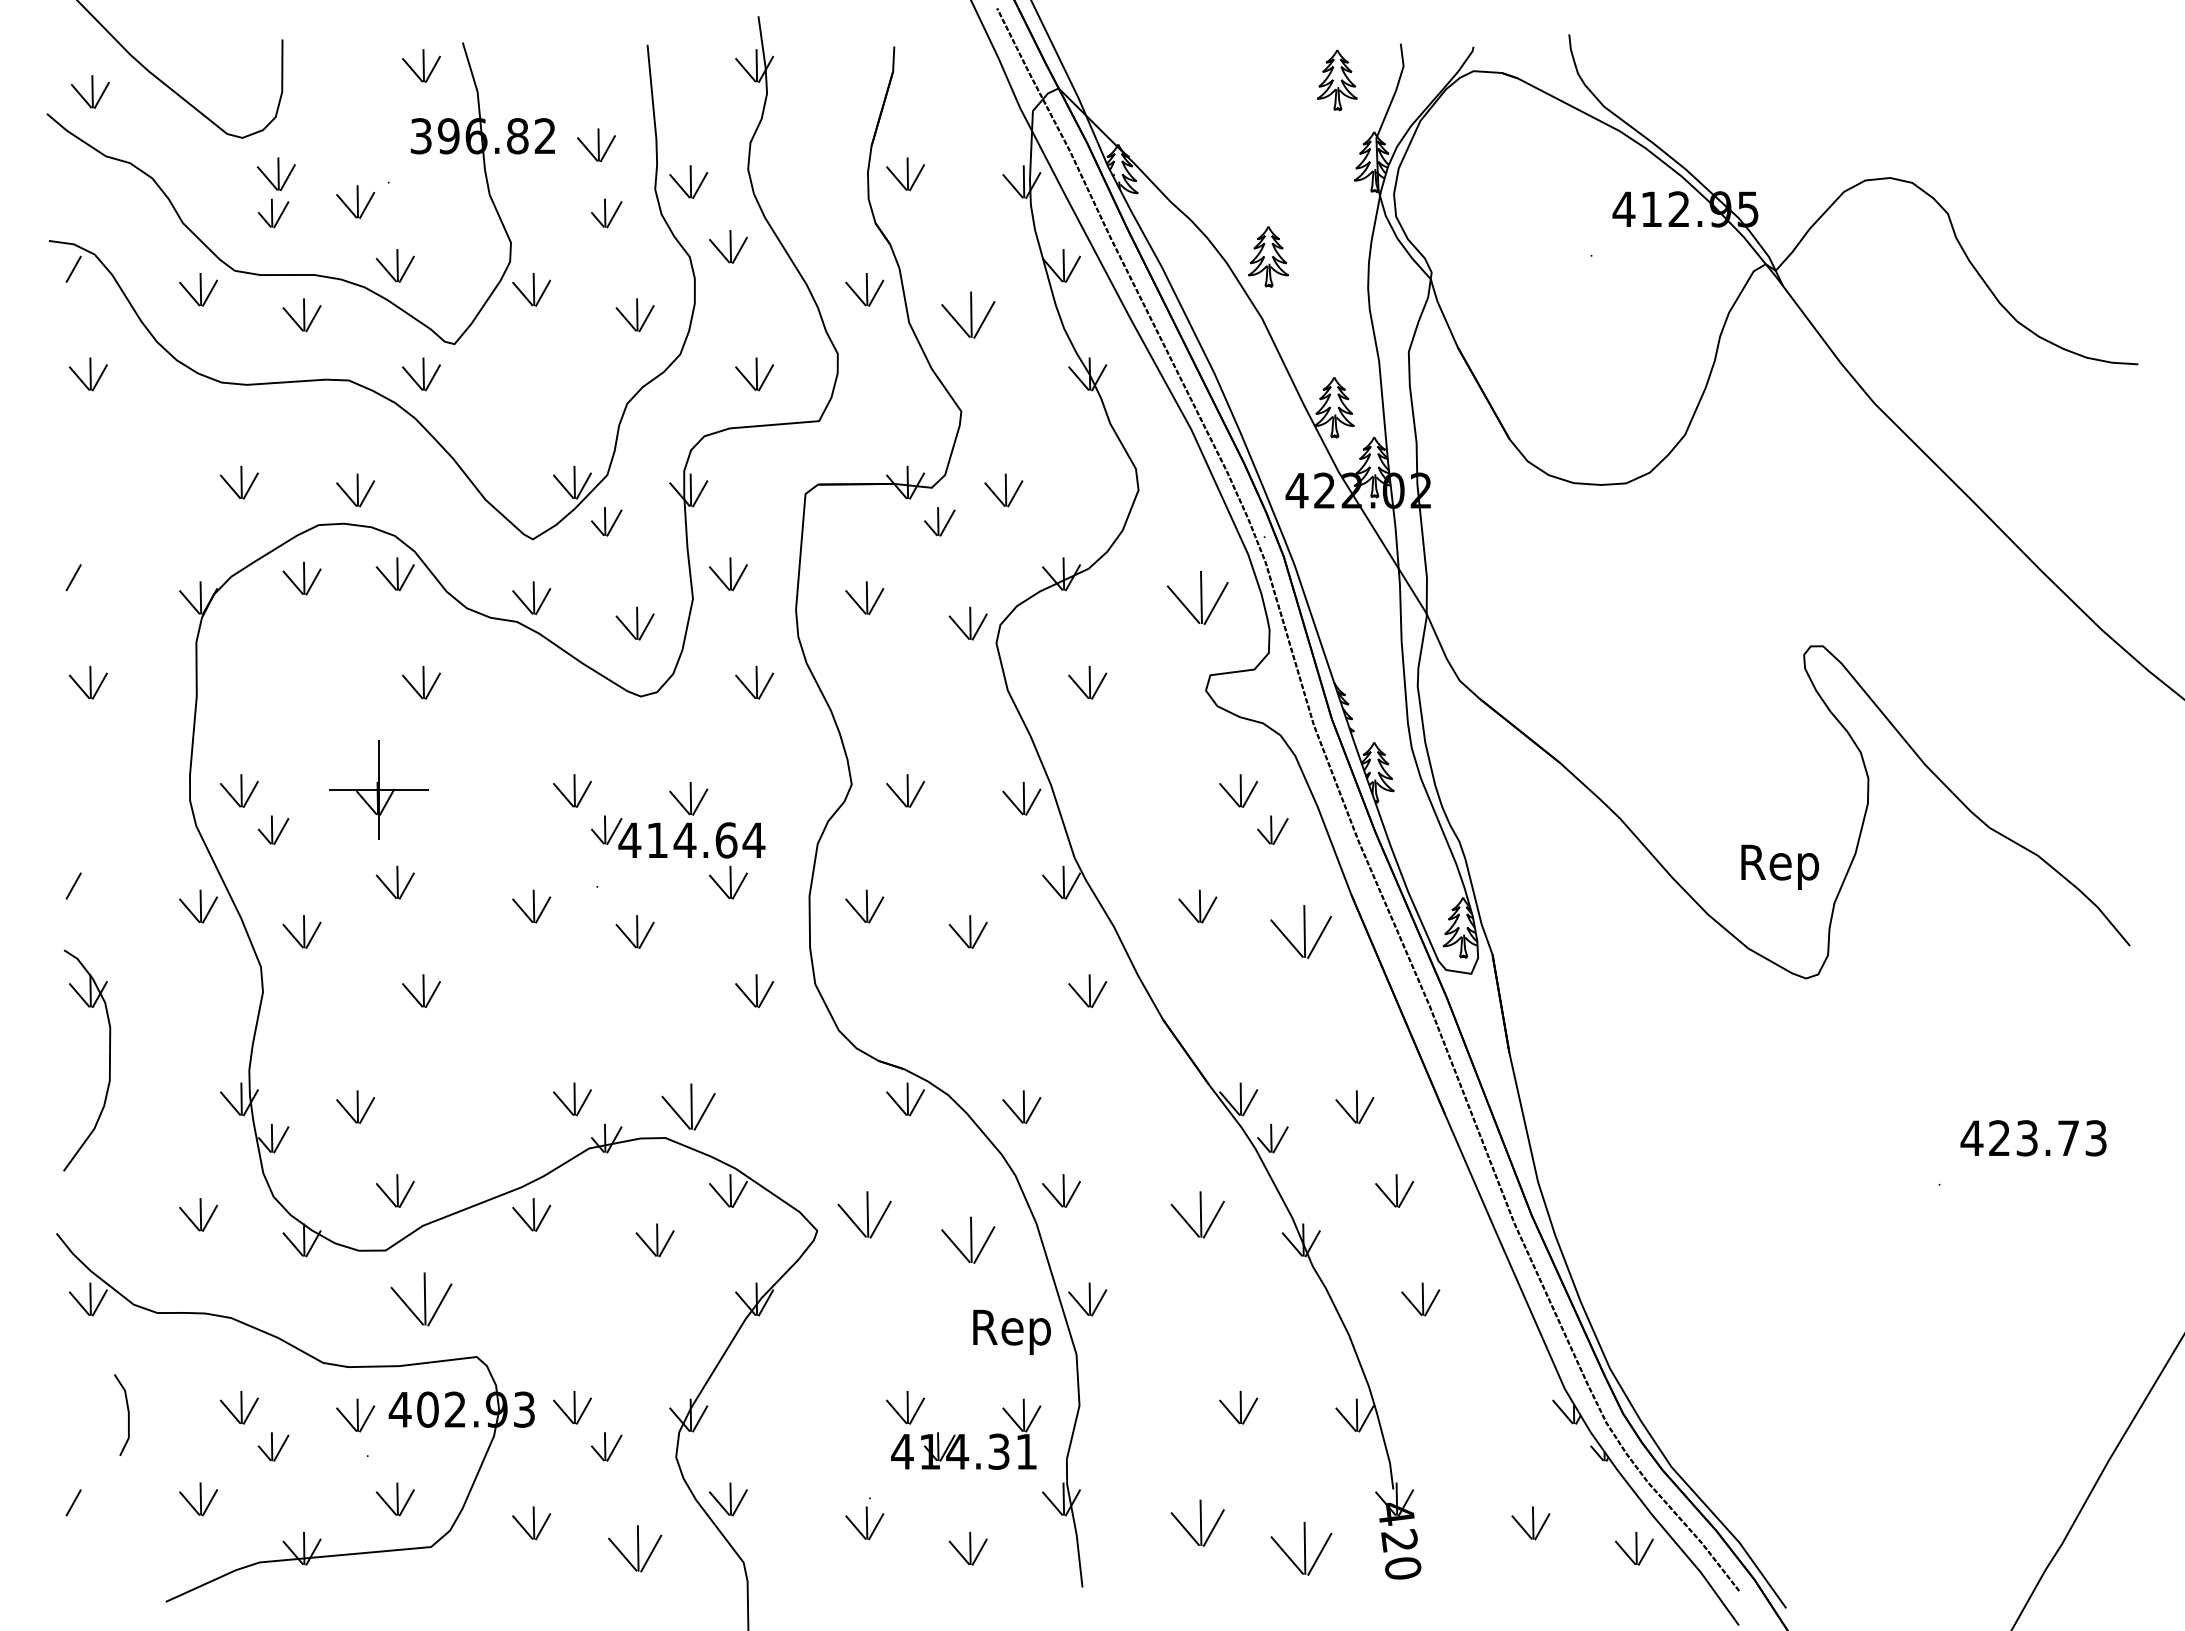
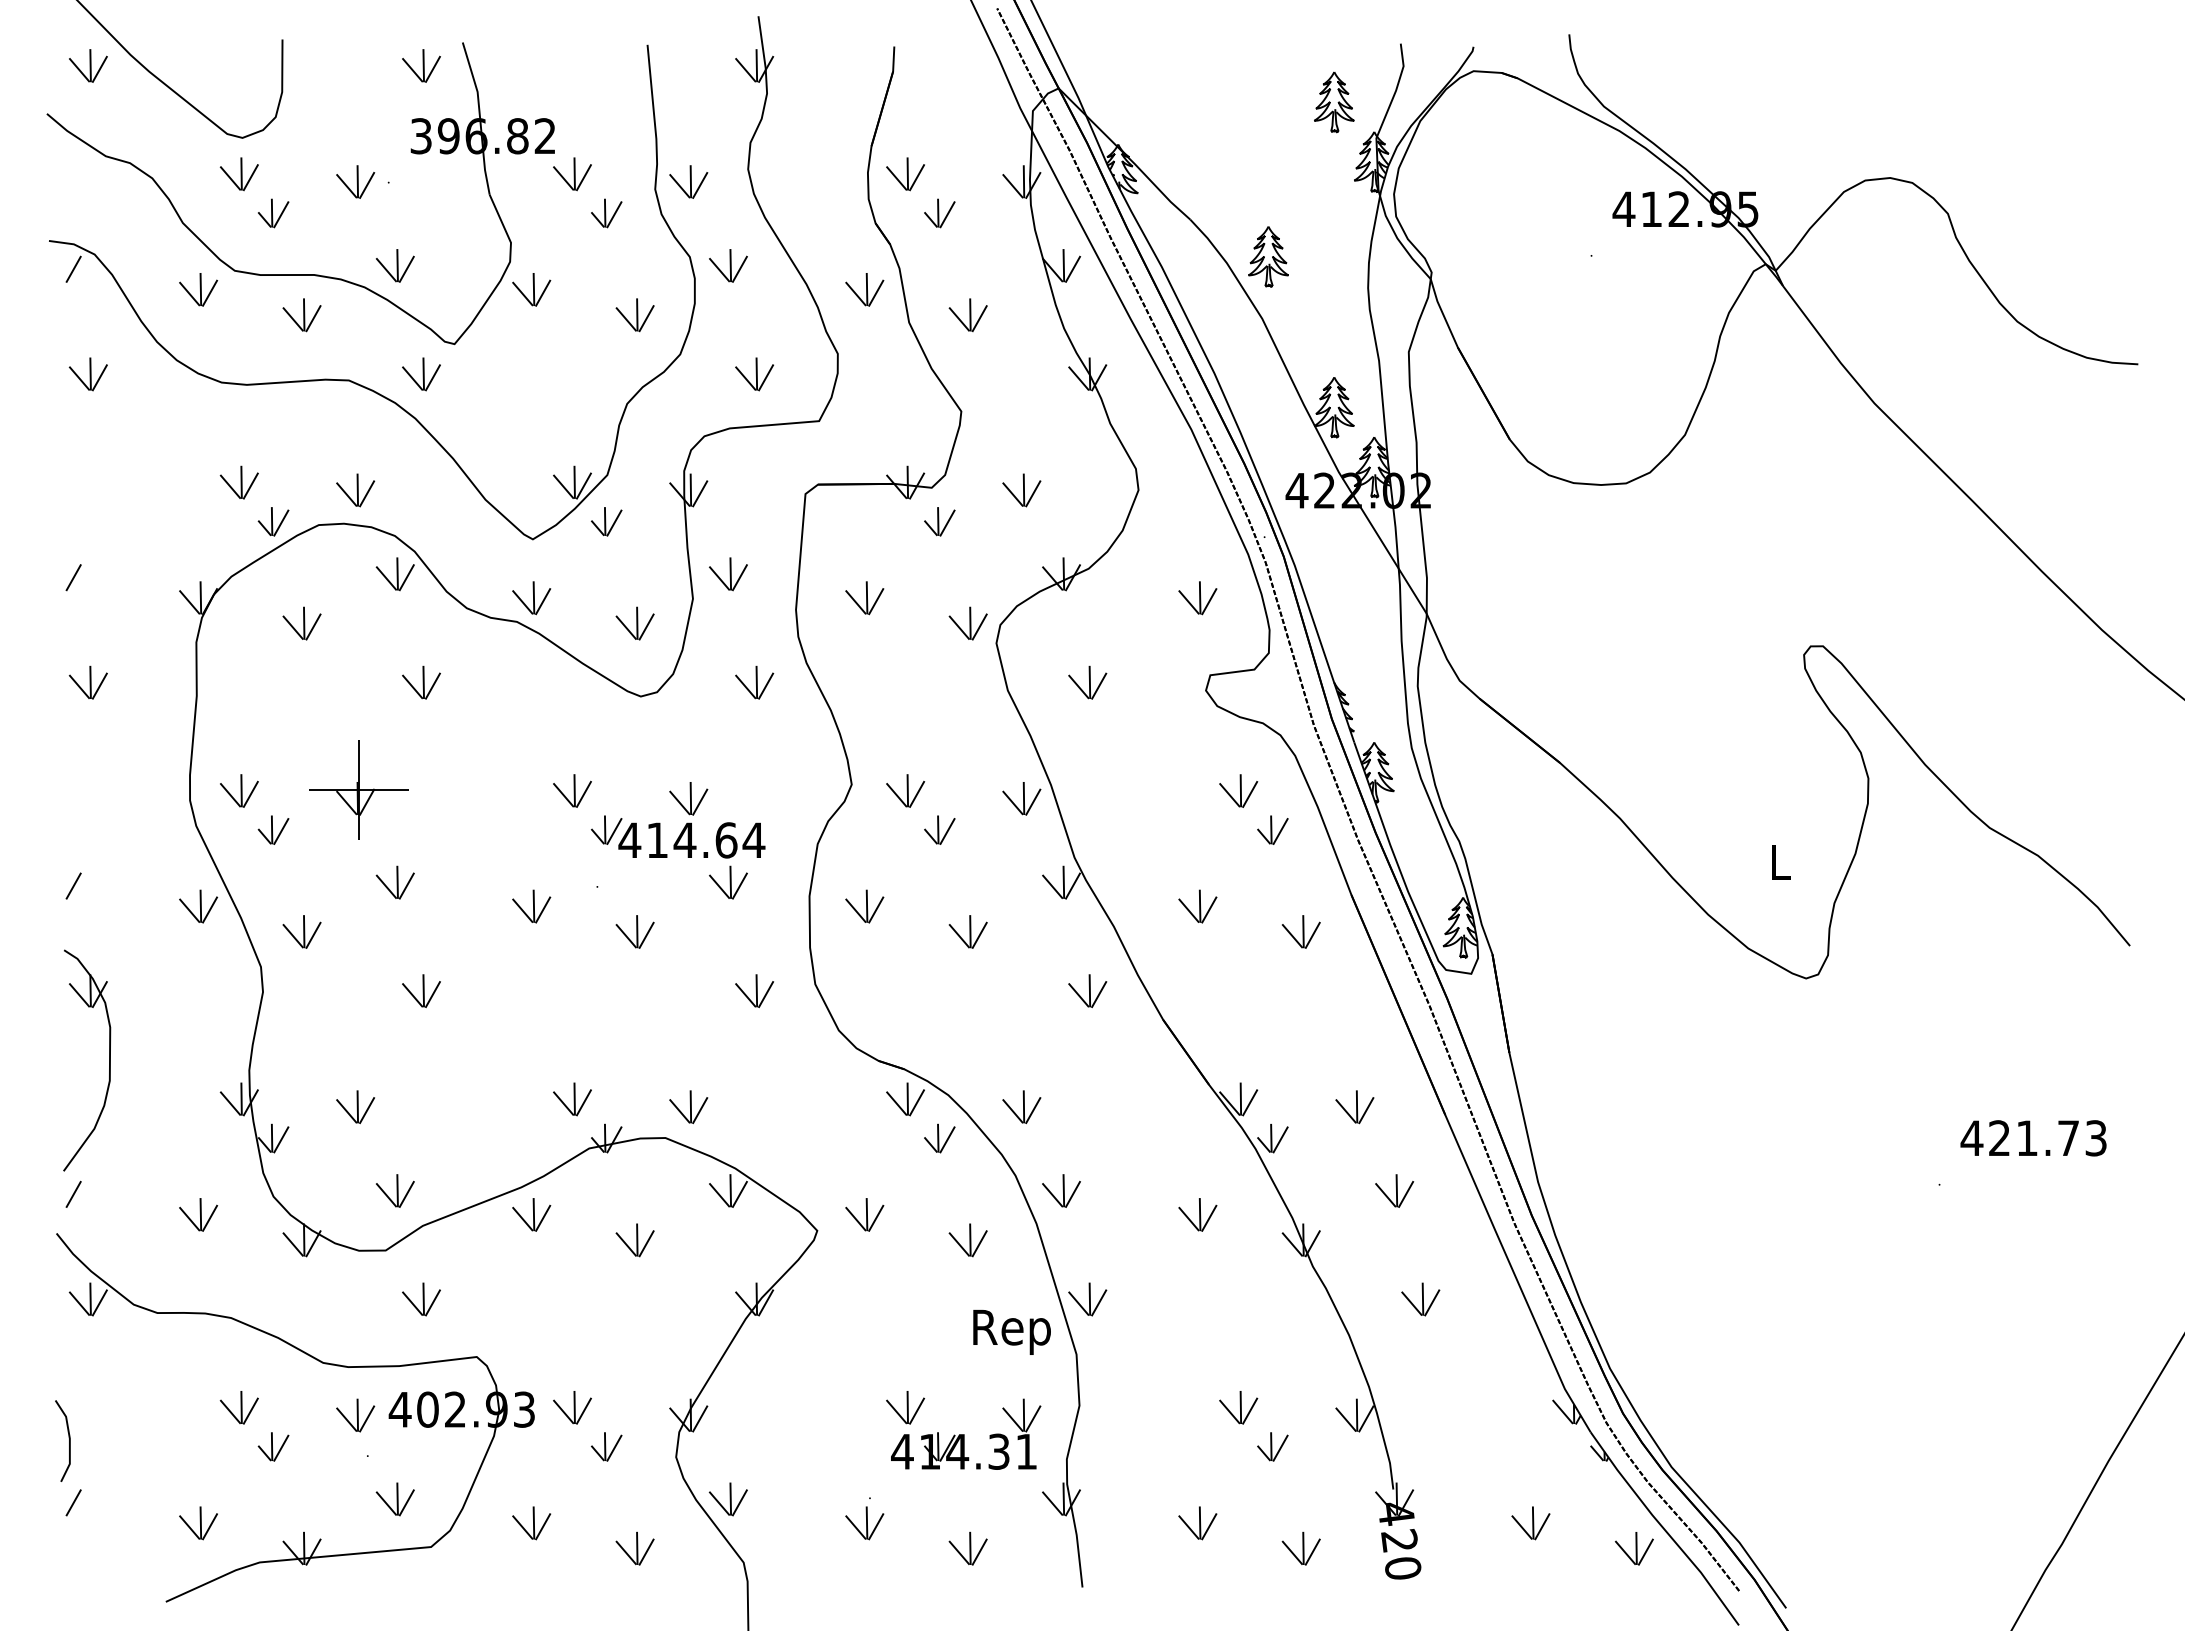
part at (1337, 80) position: (1337, 80) -> (1334, 102)
part at (90, 91) position: (90, 91) -> (88, 65)
part at (596, 145) position: (596, 145) -> (572, 174)
part at (275, 174) position: (275, 174) -> (238, 174)
part at (355, 201) position: (355, 201) -> (355, 181)
part at (939, 213): none -> present
part at (728, 246) position: (728, 246) -> (728, 265)
part at (968, 314) size: 55x48 px -> 40x35 px
part at (1003, 490) position: (1003, 490) -> (1021, 490)
part at (273, 521): none -> present
part at (301, 578) position: (301, 578) -> (301, 623)
part at (1197, 597) size: 63x54 px -> 40x35 px
part at (378, 789) position: (378, 789) -> (358, 789)
part at (939, 829): none -> present
text at (1780, 866): Rep -> L
part at (1300, 931) size: 62x54 px -> 39x34 px
part at (688, 1106) size: 55x48 px -> 40x35 px
part at (939, 1138): none -> present
text at (2026, 1138): 423.73 -> 421.73
line at (73, 1193): none -> present
part at (864, 1214) size: 55x48 px -> 40x34 px
part at (1197, 1214) size: 55x48 px -> 40x34 px
part at (968, 1239) size: 55x48 px -> 40x35 px
part at (654, 1240) position: (654, 1240) -> (634, 1240)
part at (421, 1299) size: 63x55 px -> 39x35 px
line at (127, 1412) position: (127, 1412) -> (68, 1438)
part at (1272, 1446): none -> present
part at (198, 1499) position: (198, 1499) -> (198, 1523)
part at (1197, 1522) size: 55x48 px -> 40x35 px
part at (635, 1548) size: 55x48 px -> 40x35 px
part at (1301, 1548) size: 63x54 px -> 40x35 px
